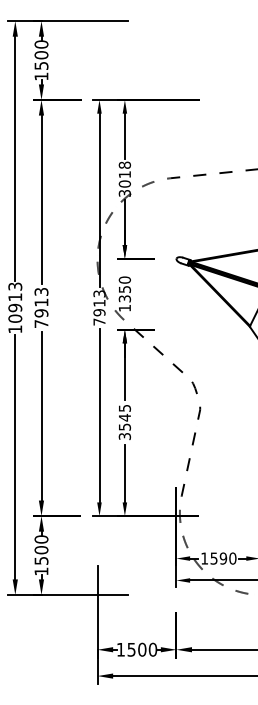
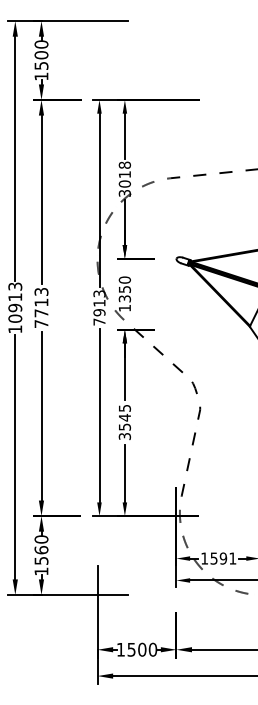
text at (41, 313): 7913 -> 7713
text at (41, 550): 1500 -> 1560
text at (232, 558): 1590 -> 1591
